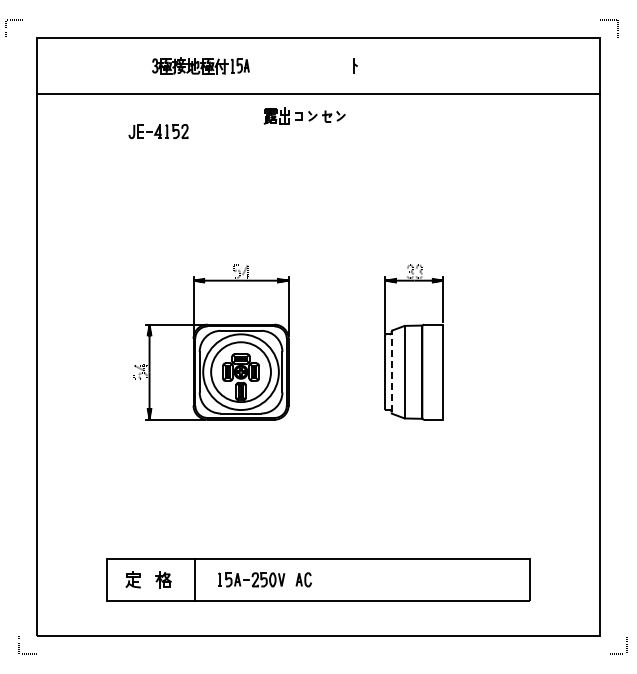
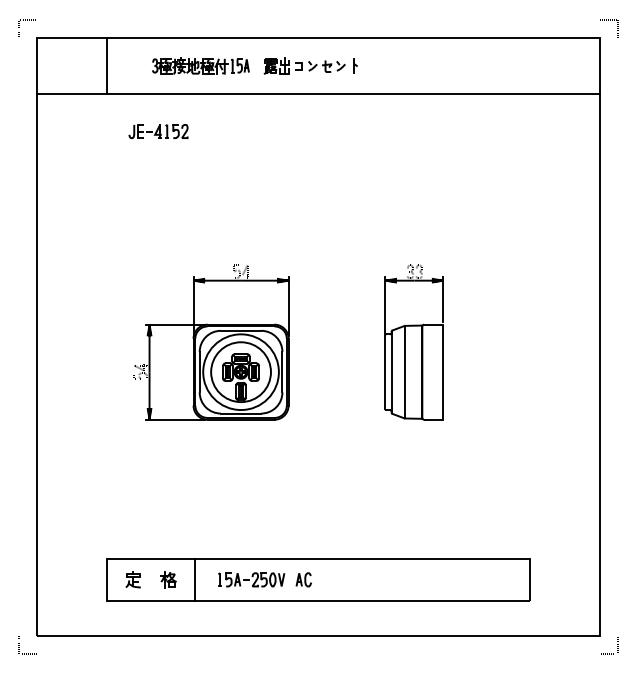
line at (6, 27) position: (6, 27) -> (19, 27)
line at (107, 65): none -> present
part at (304, 115) position: (304, 115) -> (304, 65)
line at (391, 372): dashed -> solid
part at (163, 579) position: (163, 579) -> (168, 579)
line at (618, 653) position: (618, 653) -> (609, 653)
